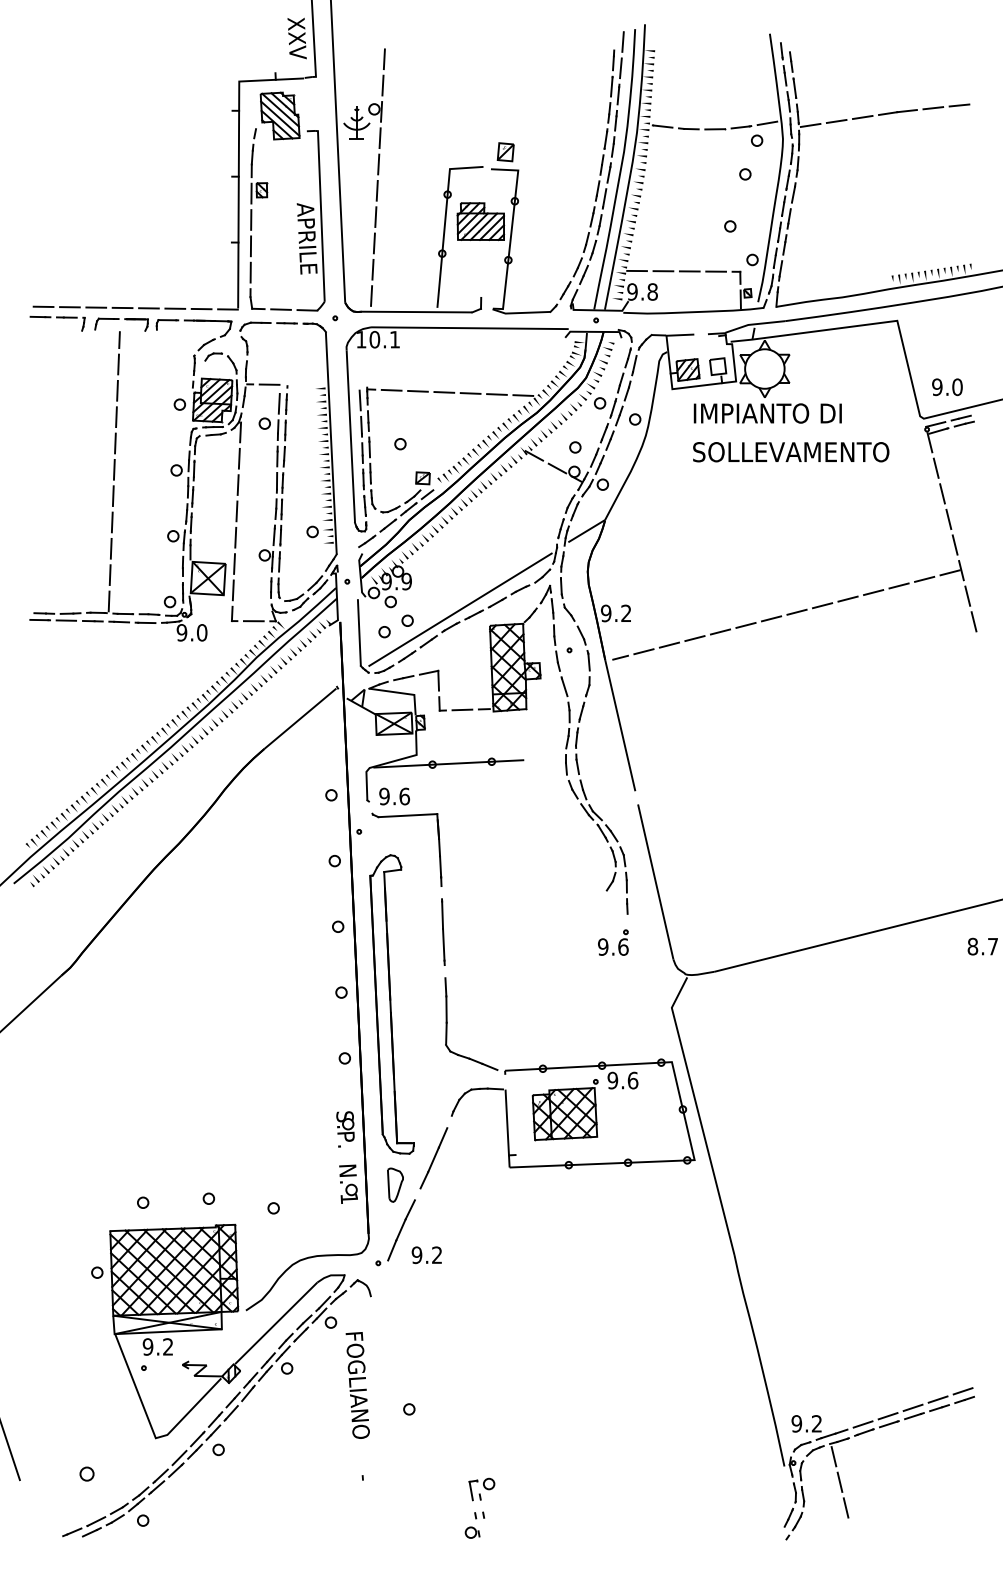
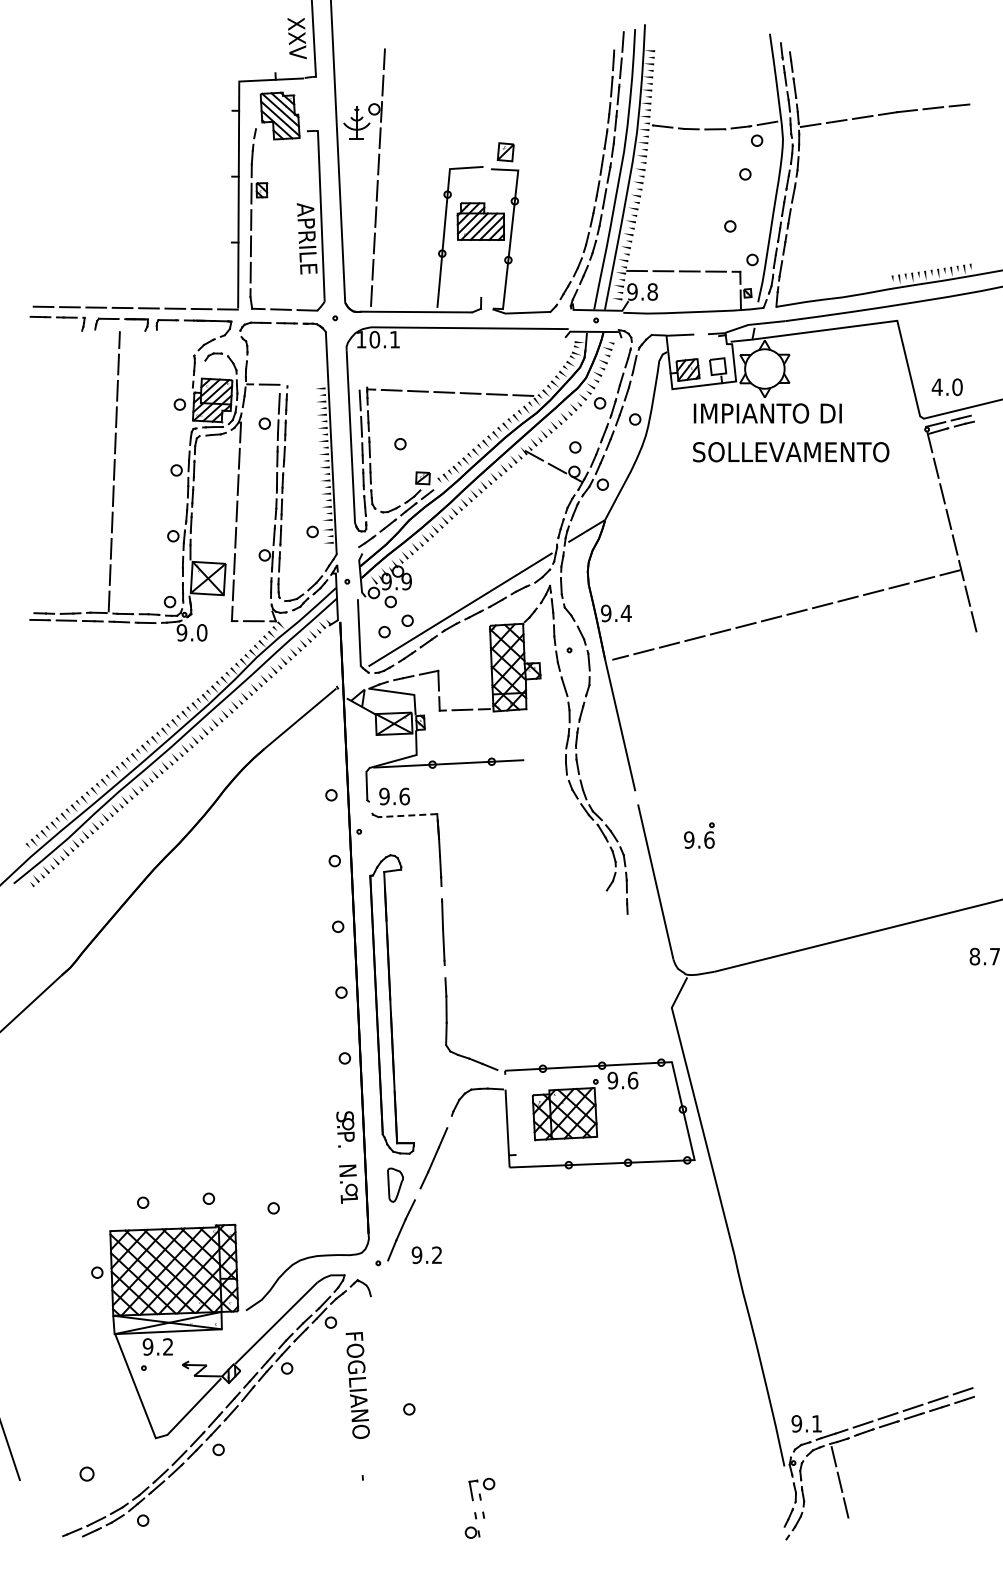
text at (936, 387): 9.0 -> 4.0
text at (625, 612): 9.2 -> 9.4
line at (407, 815): solid -> dashed
part at (613, 942) position: (613, 942) -> (699, 835)
text at (982, 946) position: (982, 946) -> (984, 956)
text at (816, 1423): 9.2 -> 9.1
